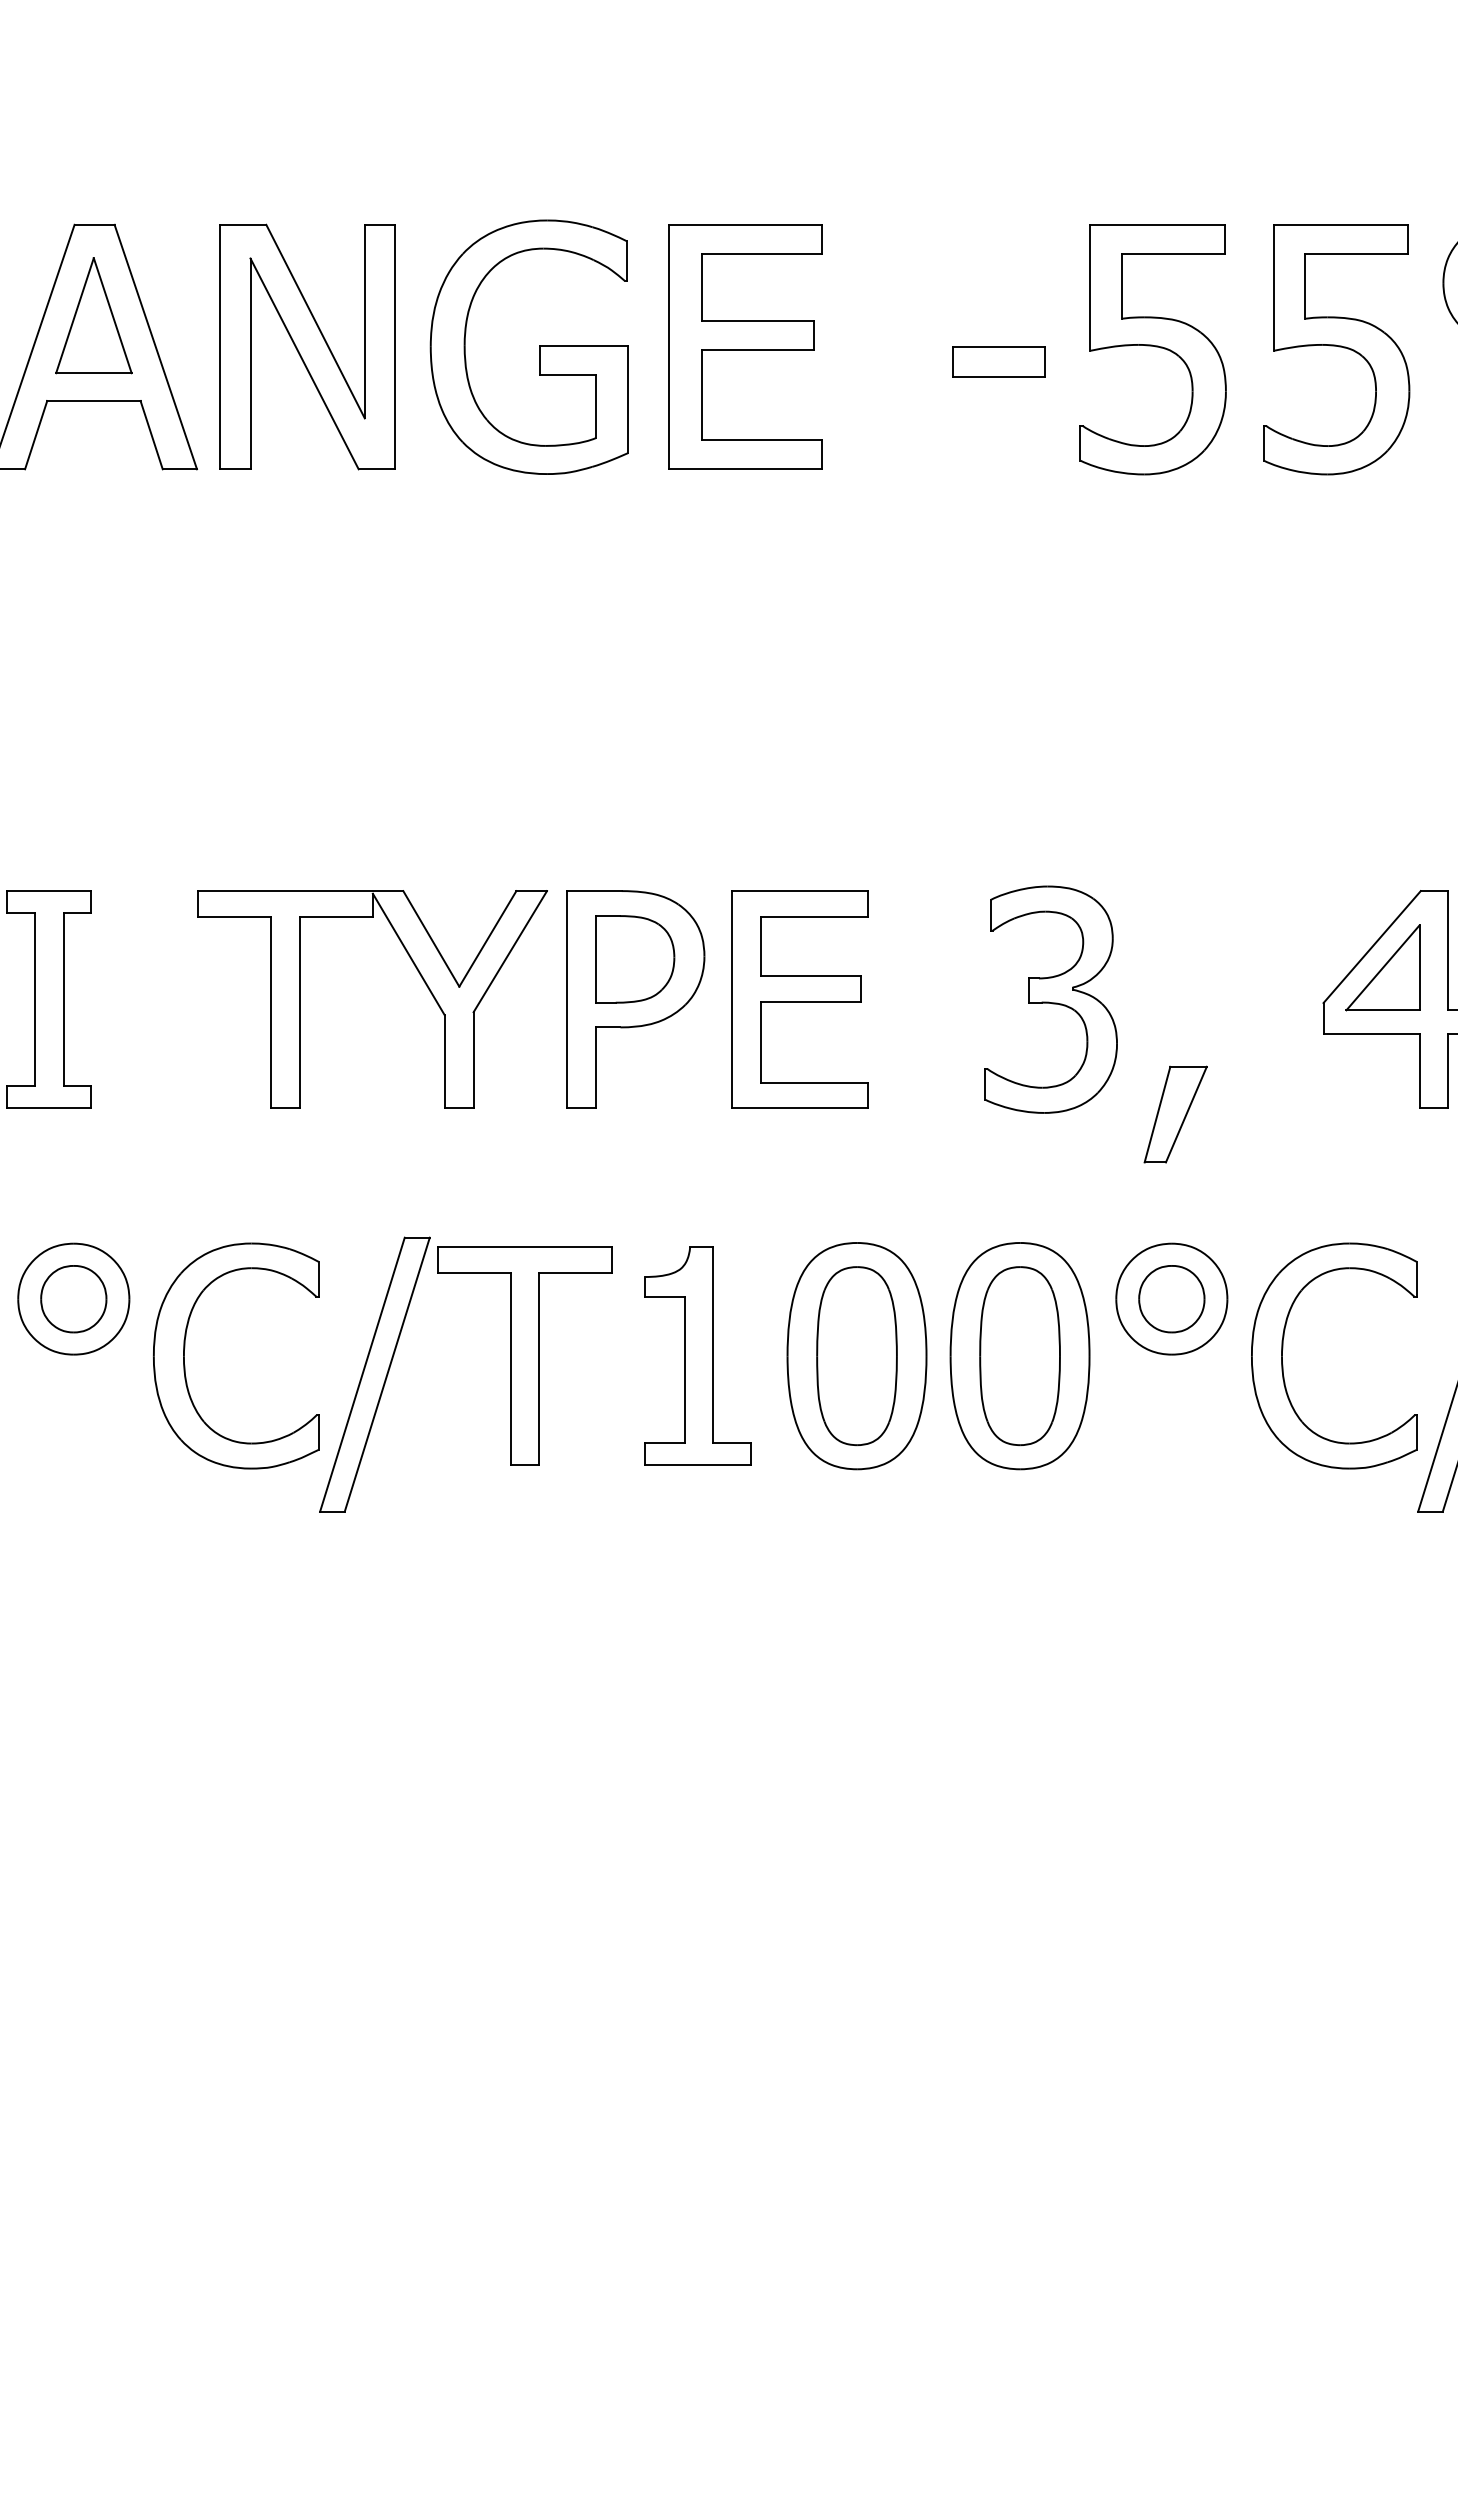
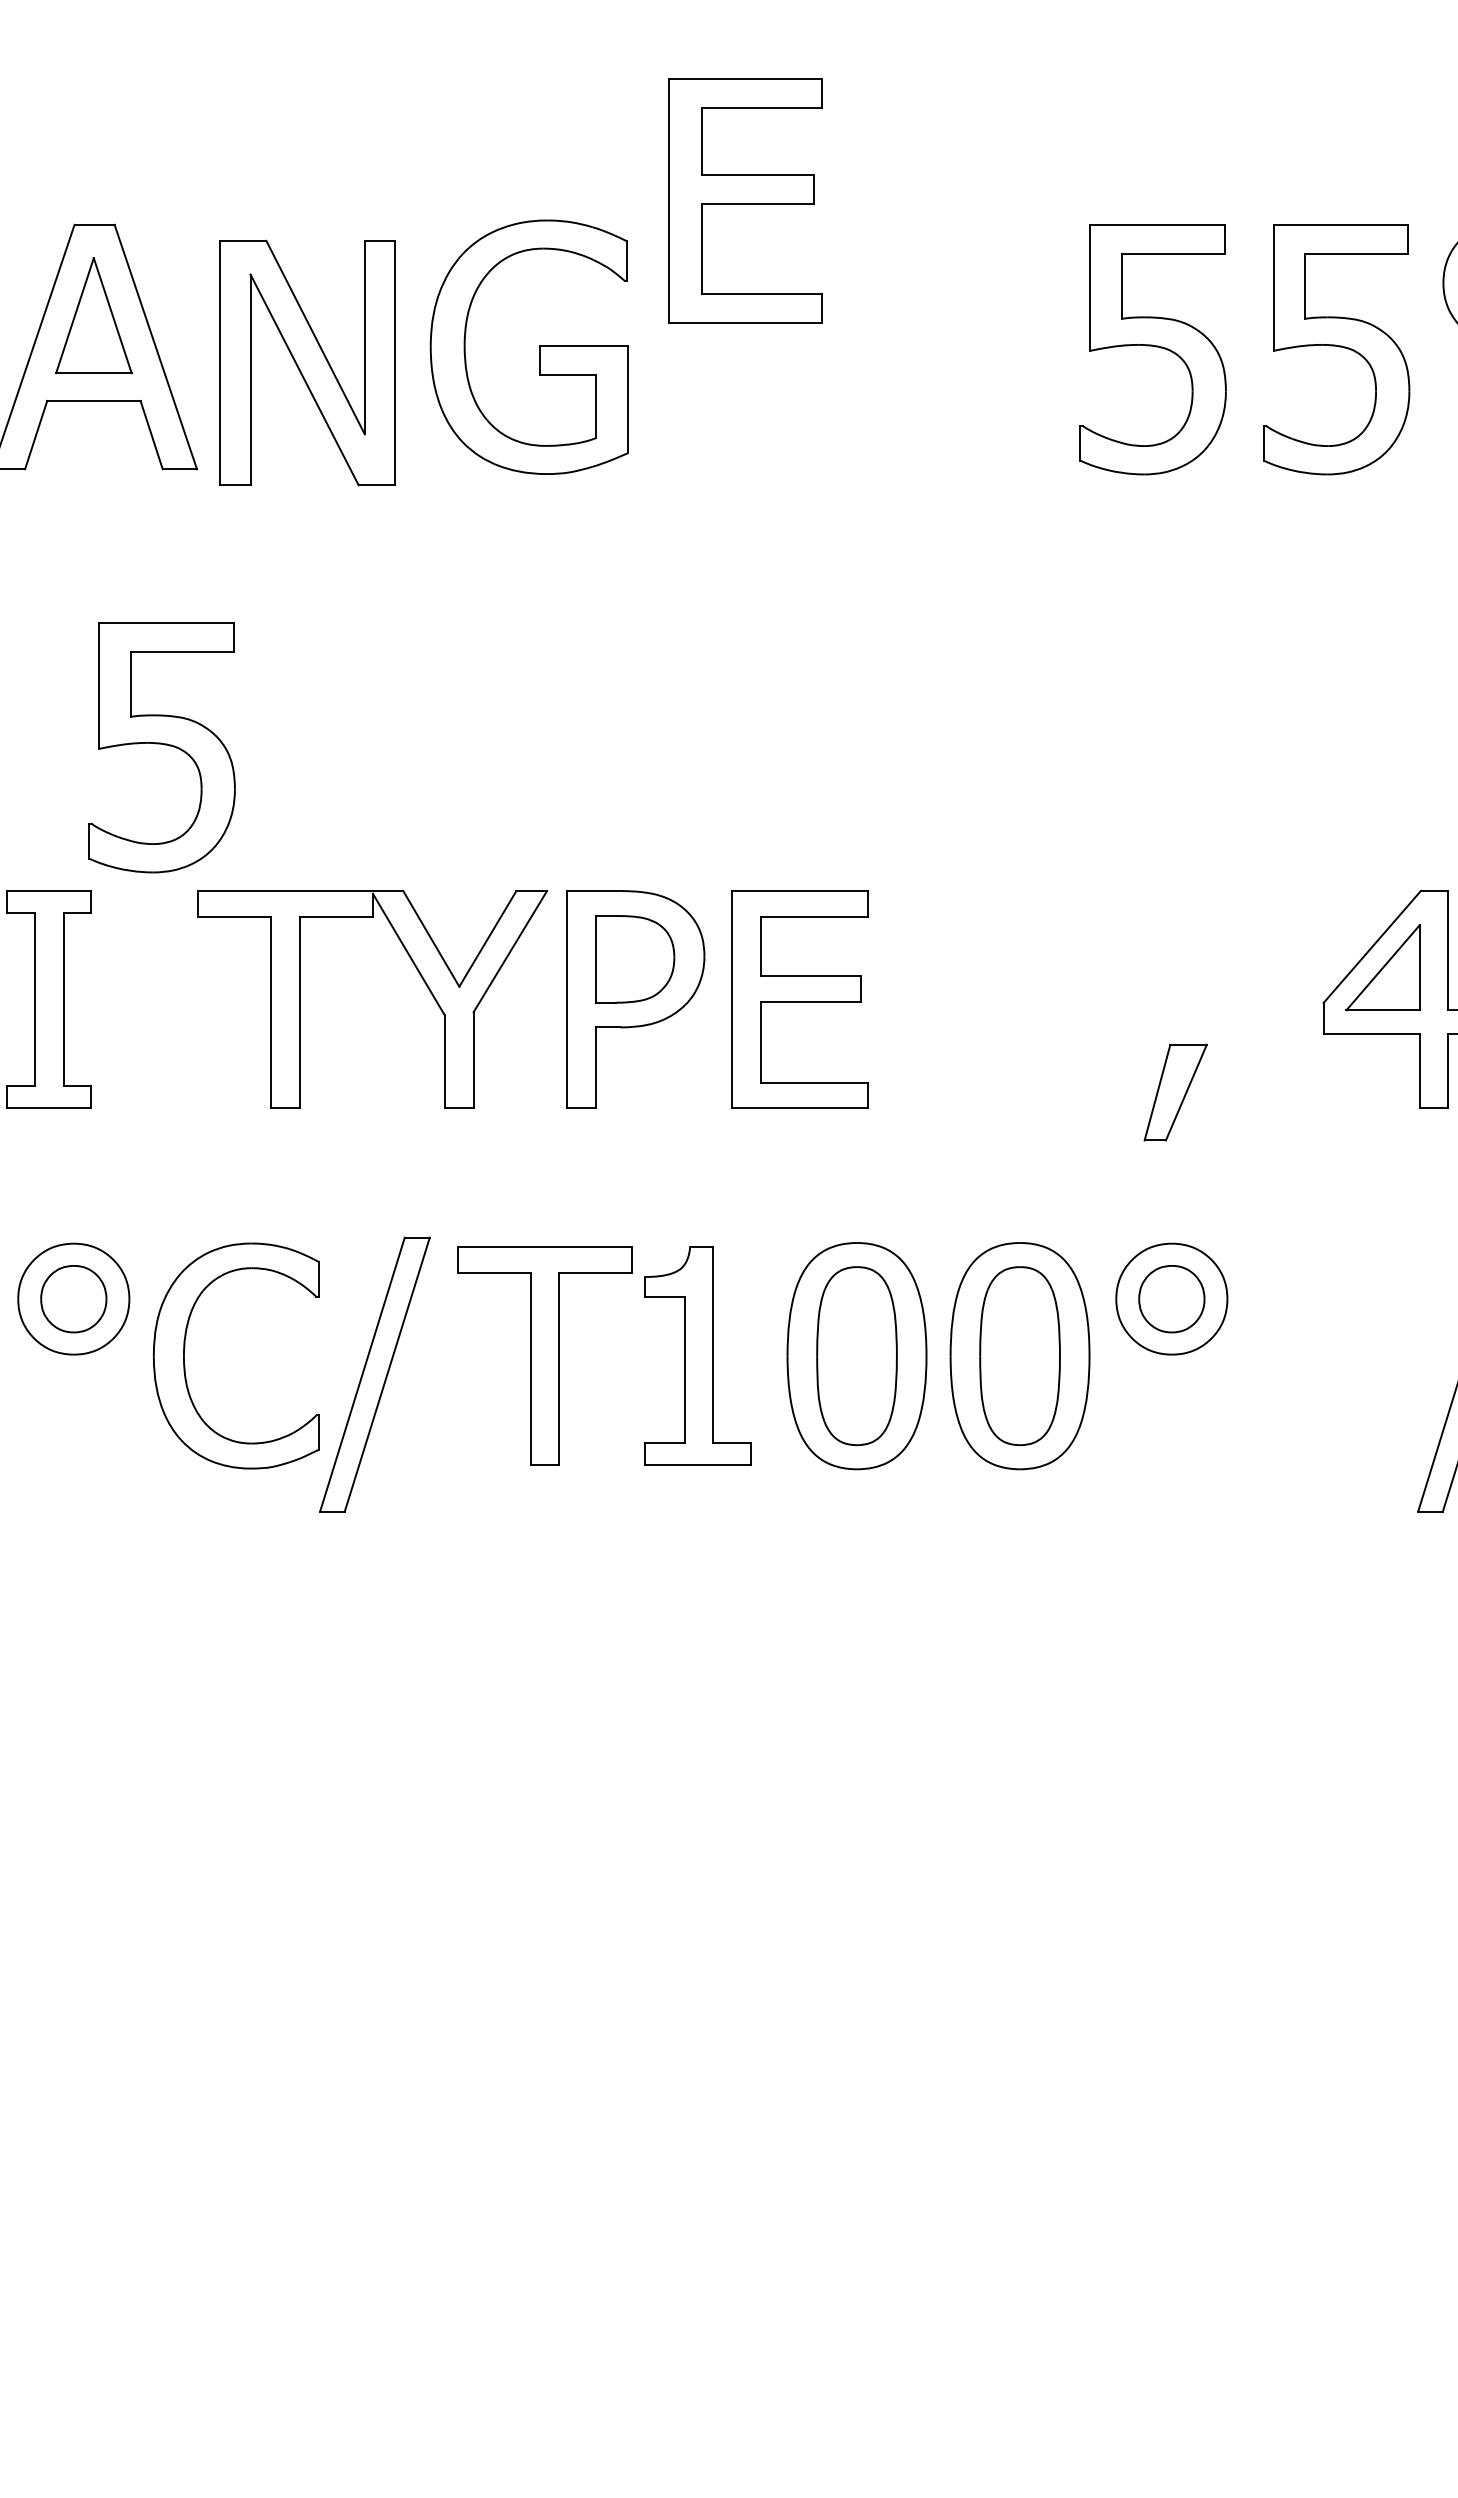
part at (307, 346) position: (307, 346) -> (307, 362)
part at (745, 346) position: (745, 346) -> (745, 200)
part at (998, 361): present -> none
part at (161, 747): none -> present
part at (1050, 999): present -> none
part at (1175, 1114) position: (1175, 1114) -> (1175, 1092)
part at (1283, 1349): present -> none
part at (524, 1355) position: (524, 1355) -> (544, 1355)
